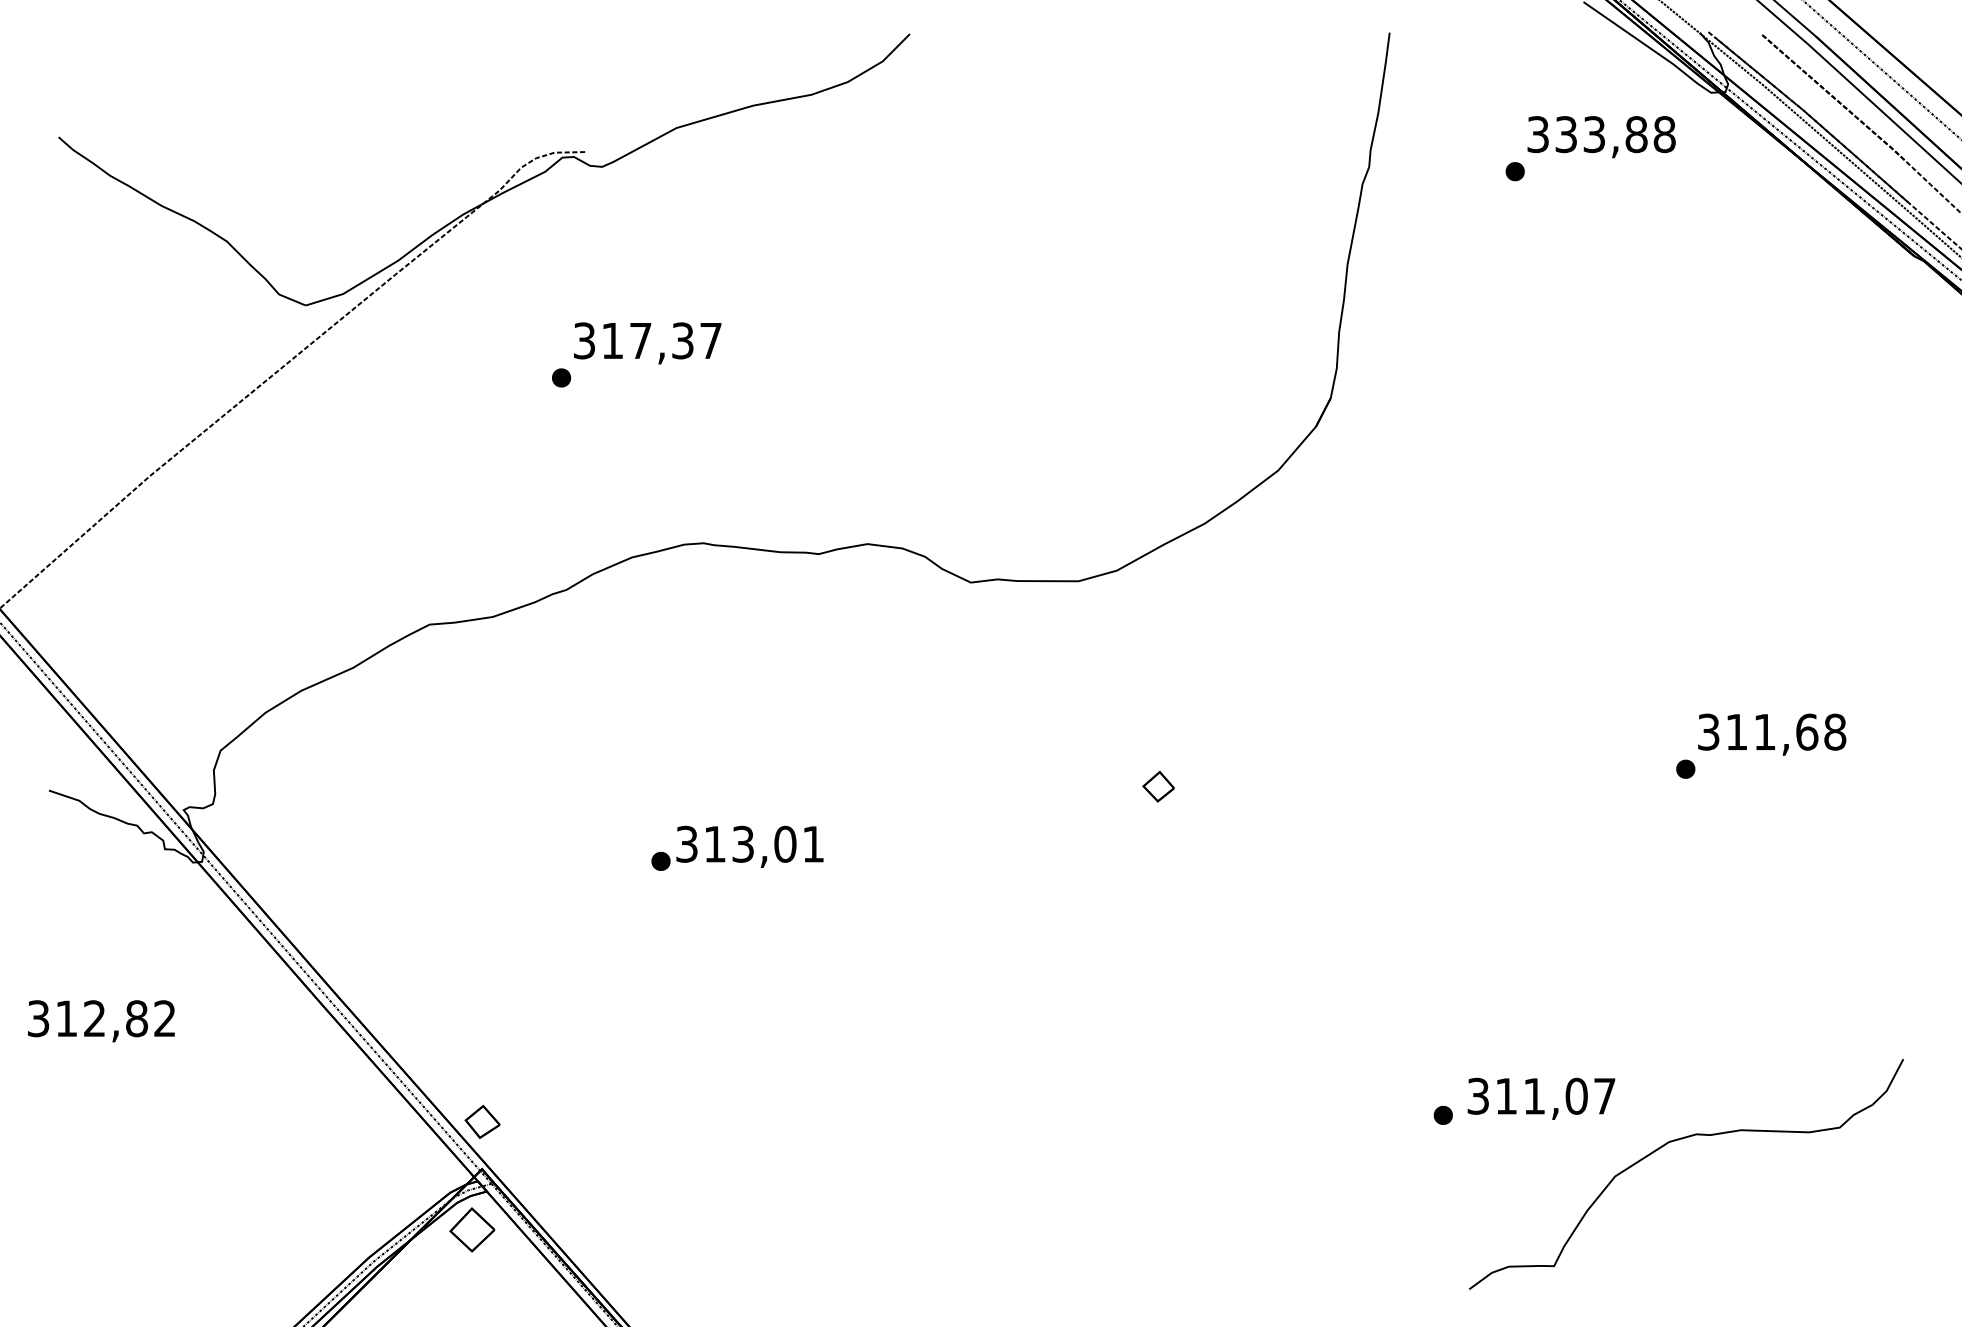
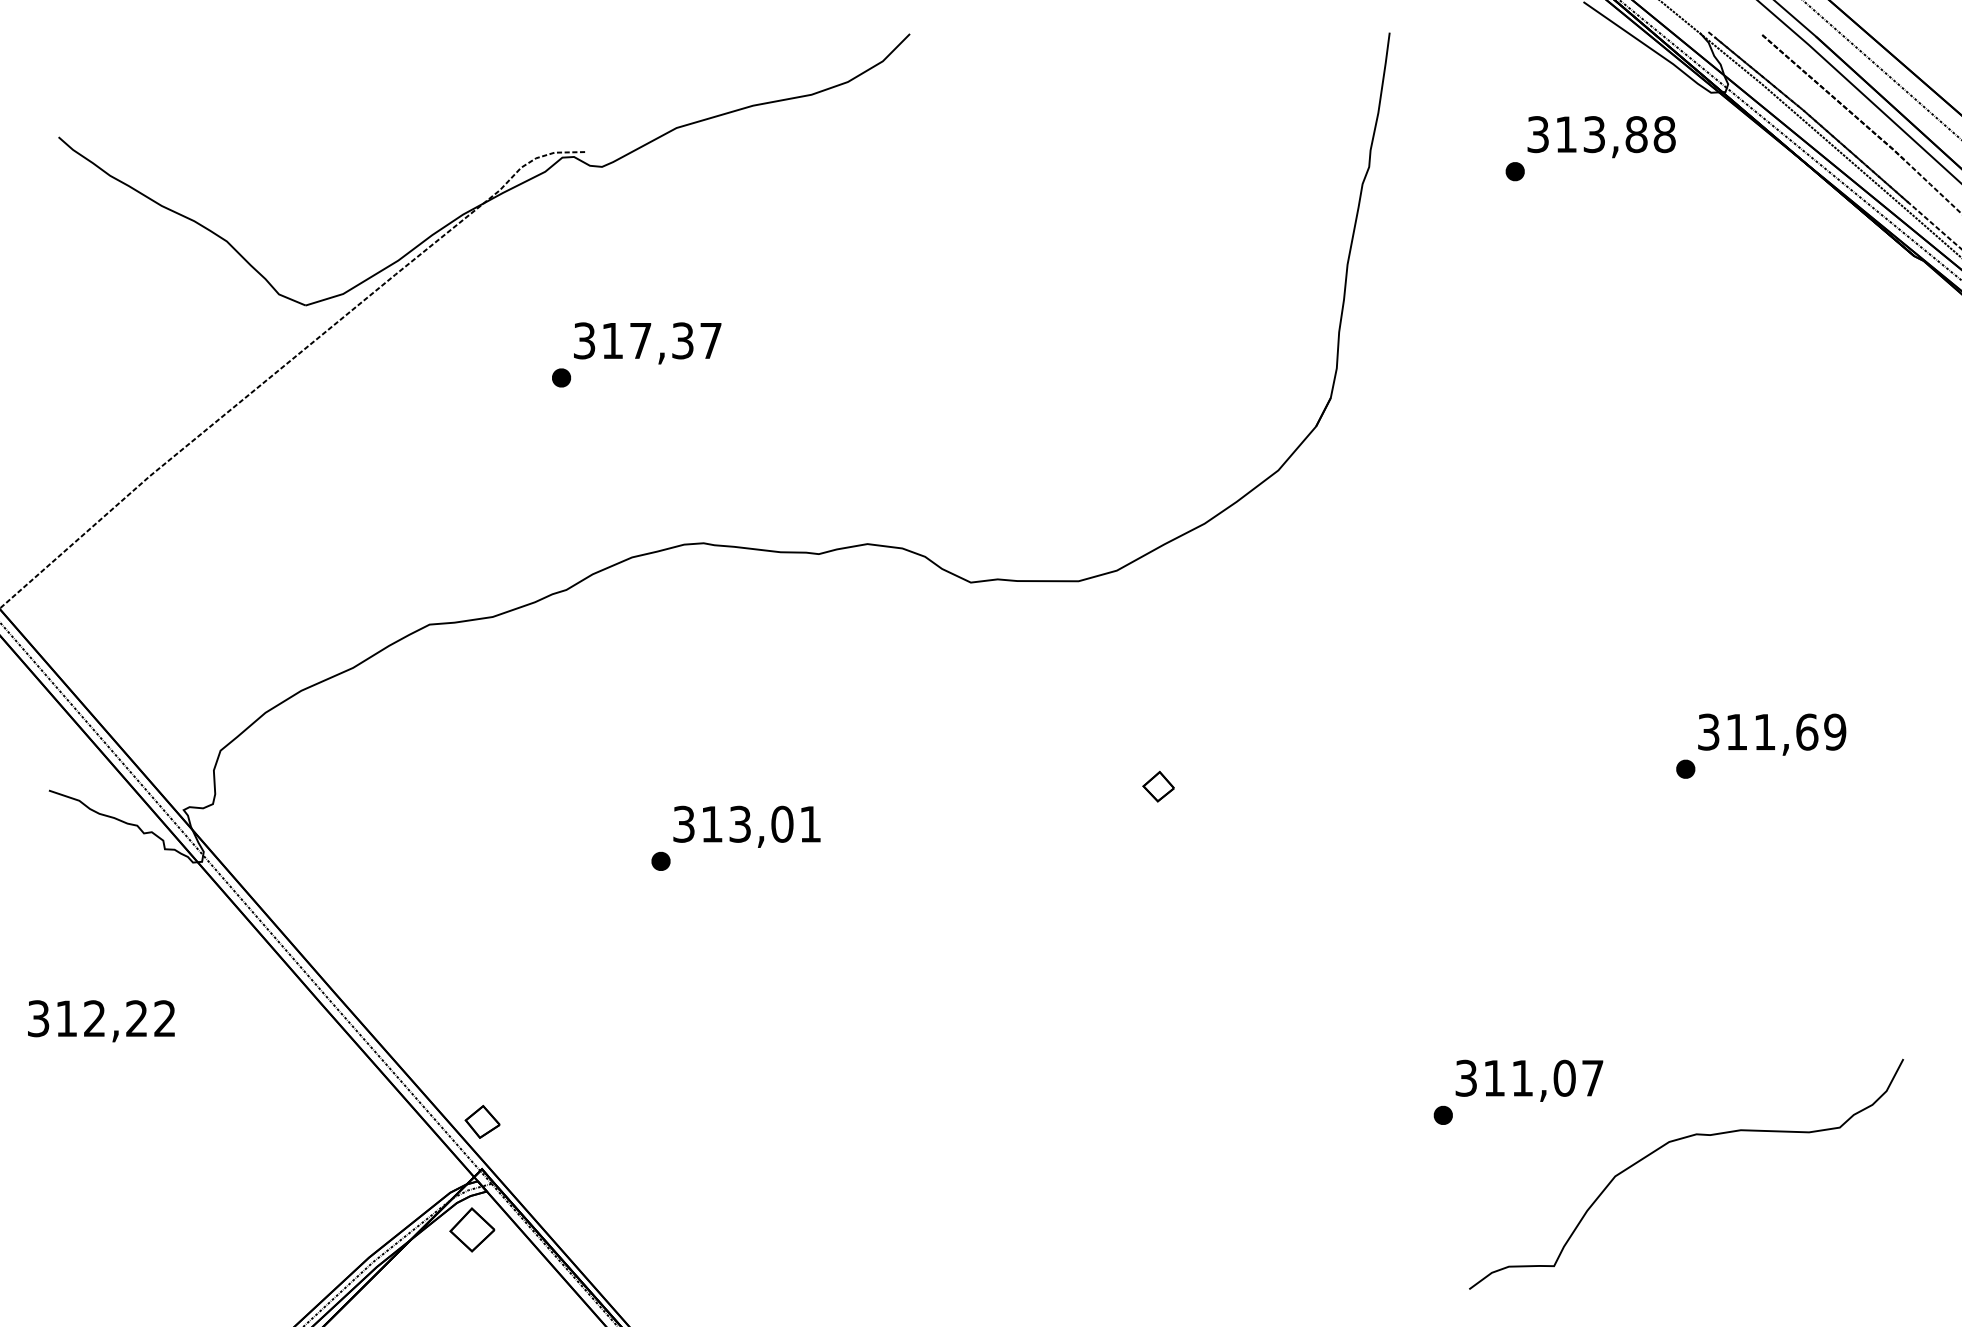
text at (1565, 134): 333,88 -> 313,88
text at (1835, 731): 311,68 -> 311,69
text at (749, 846) position: (749, 846) -> (746, 826)
text at (136, 1018): 312,82 -> 312,22
text at (1541, 1098) position: (1541, 1098) -> (1529, 1080)
